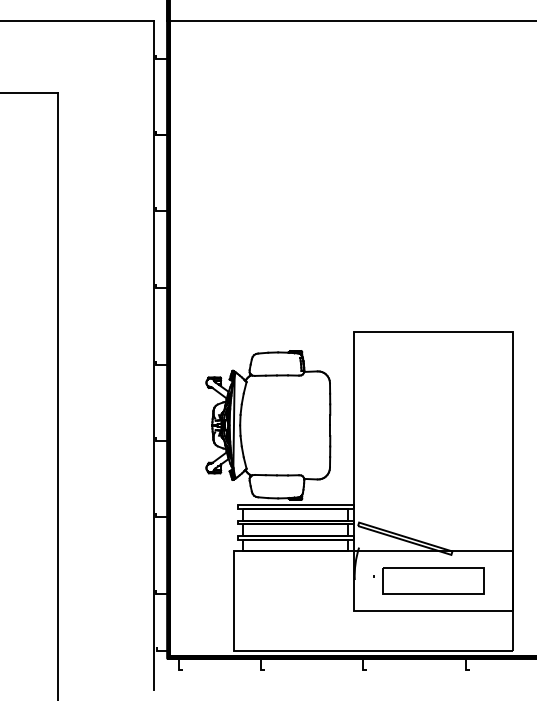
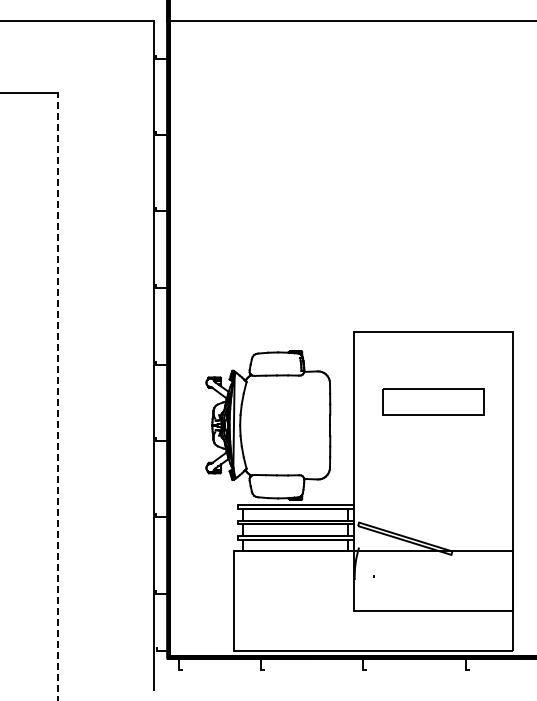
line at (58, 396): solid -> dashed
part at (433, 580) position: (433, 580) -> (433, 401)
